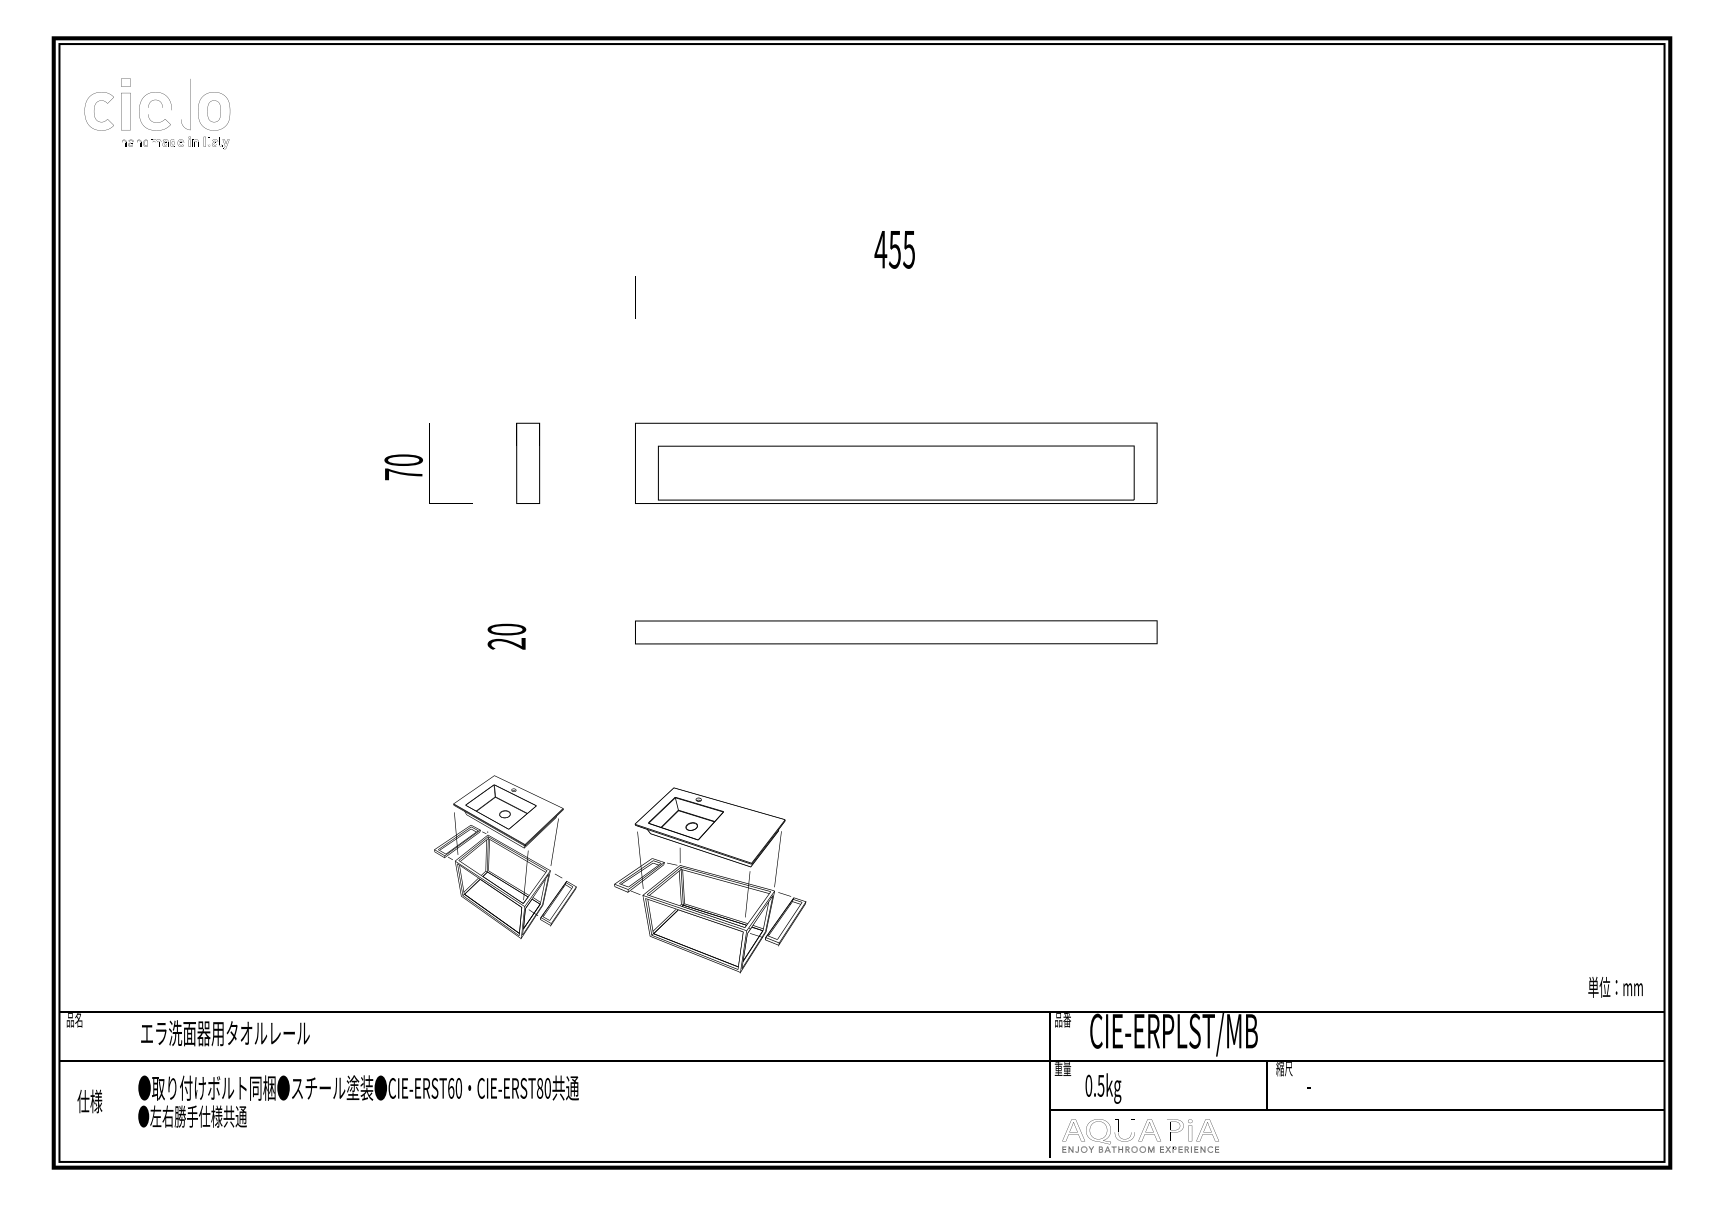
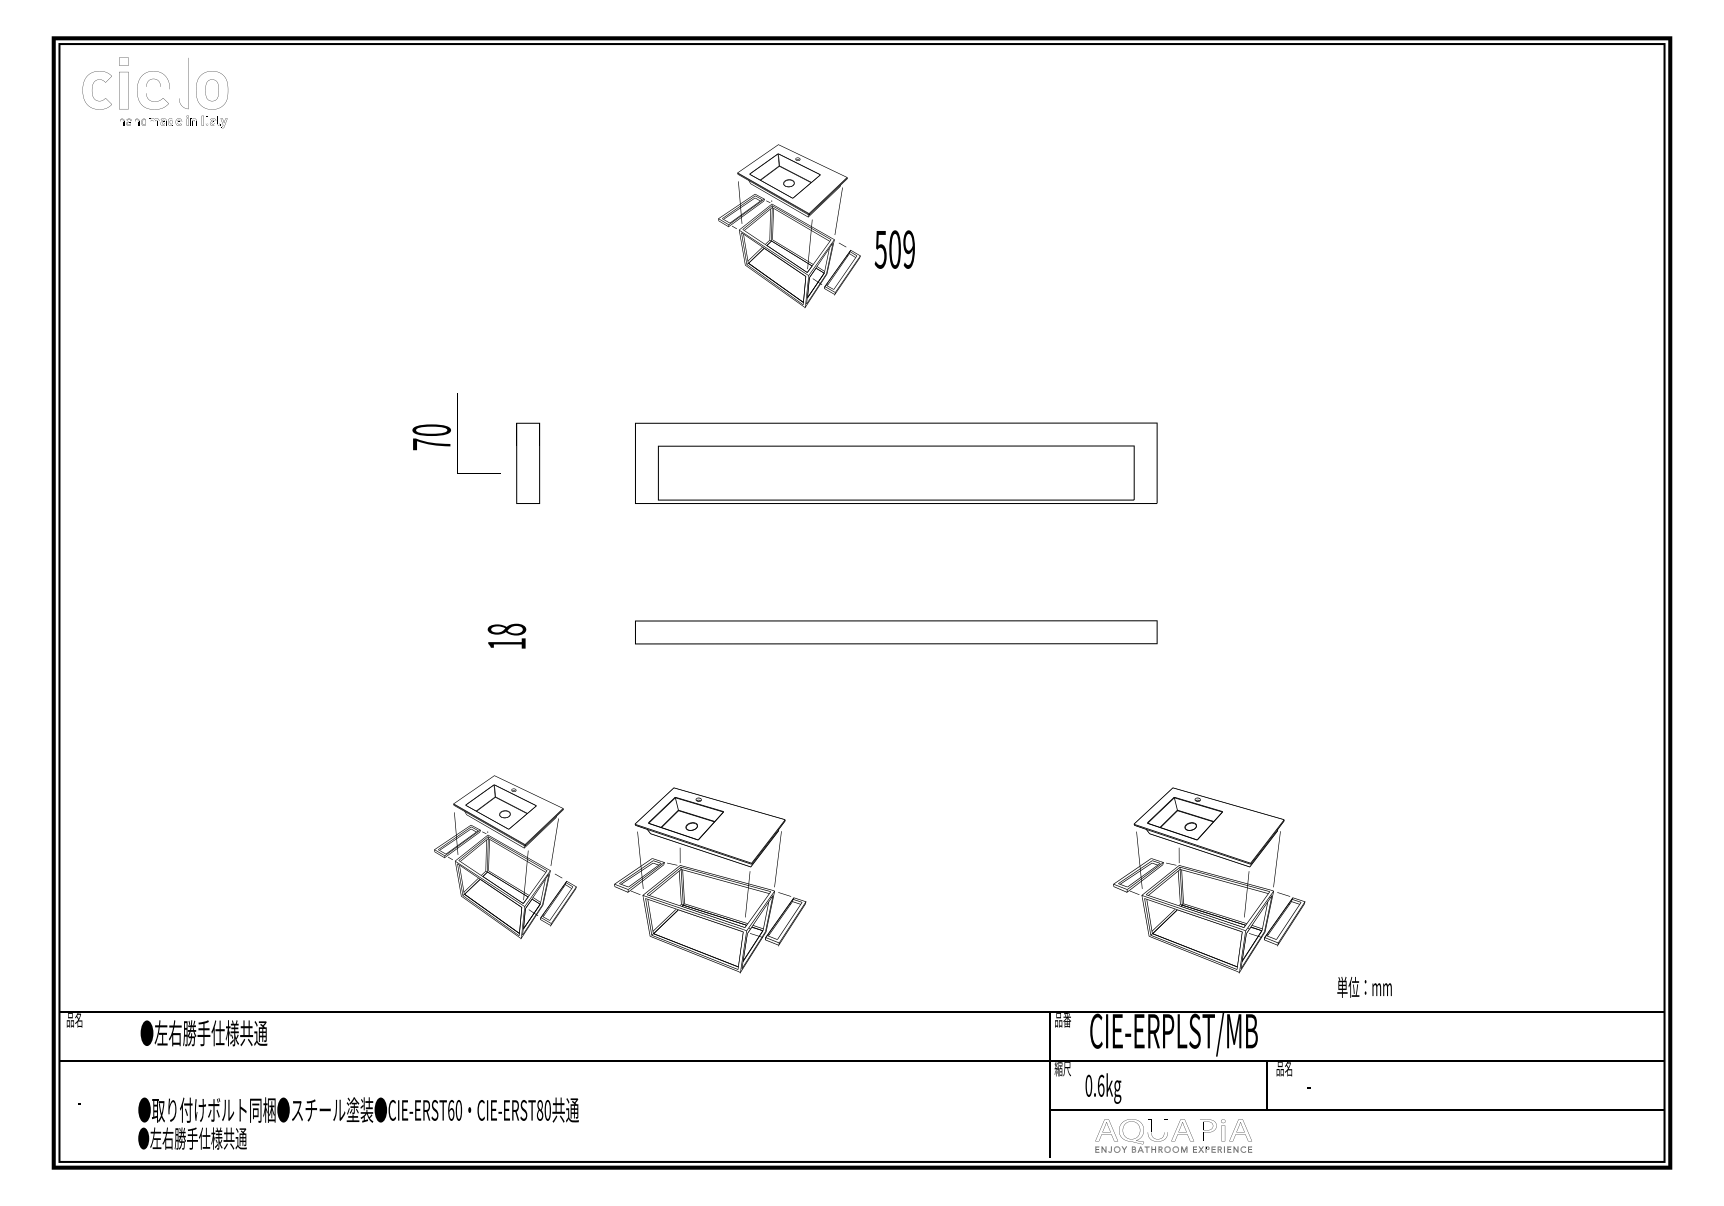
part at (162, 107) position: (162, 107) -> (160, 86)
part at (789, 225): none -> present
text at (894, 249): 455 -> 509
line at (635, 297): present -> none
text at (428, 463) position: (428, 463) -> (456, 433)
text at (506, 636): 20 -> 18
part at (1209, 880): none -> present
text at (1615, 987) position: (1615, 987) -> (1364, 987)
text at (224, 1033): エラ洗面器用タオルレール -> ●左右勝手仕様共通
text at (1062, 1069): 重量 -> 縮尺
text at (1284, 1069): 縮尺 -> 品名
text at (1100, 1085): 0.5kg -> 0.6kg
text at (89, 1101): 仕様 -> -
text at (358, 1101) position: (358, 1101) -> (358, 1123)
part at (1140, 1135) position: (1140, 1135) -> (1173, 1135)
